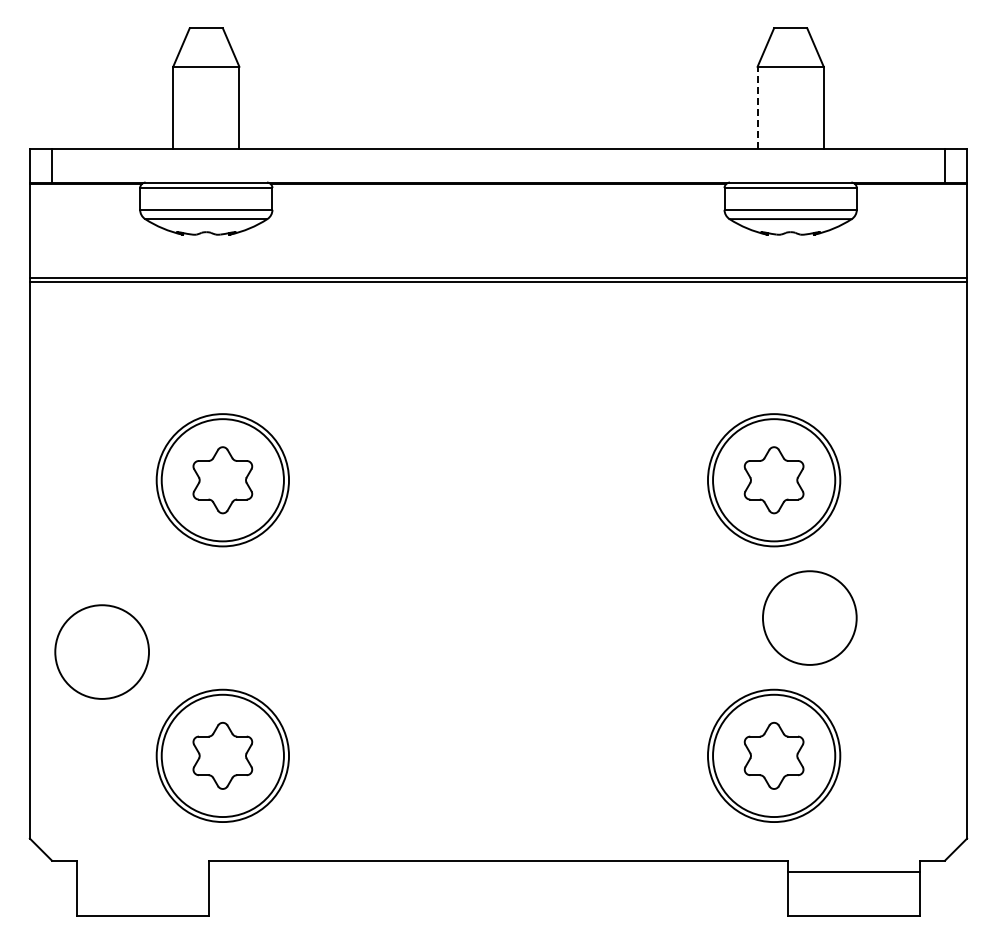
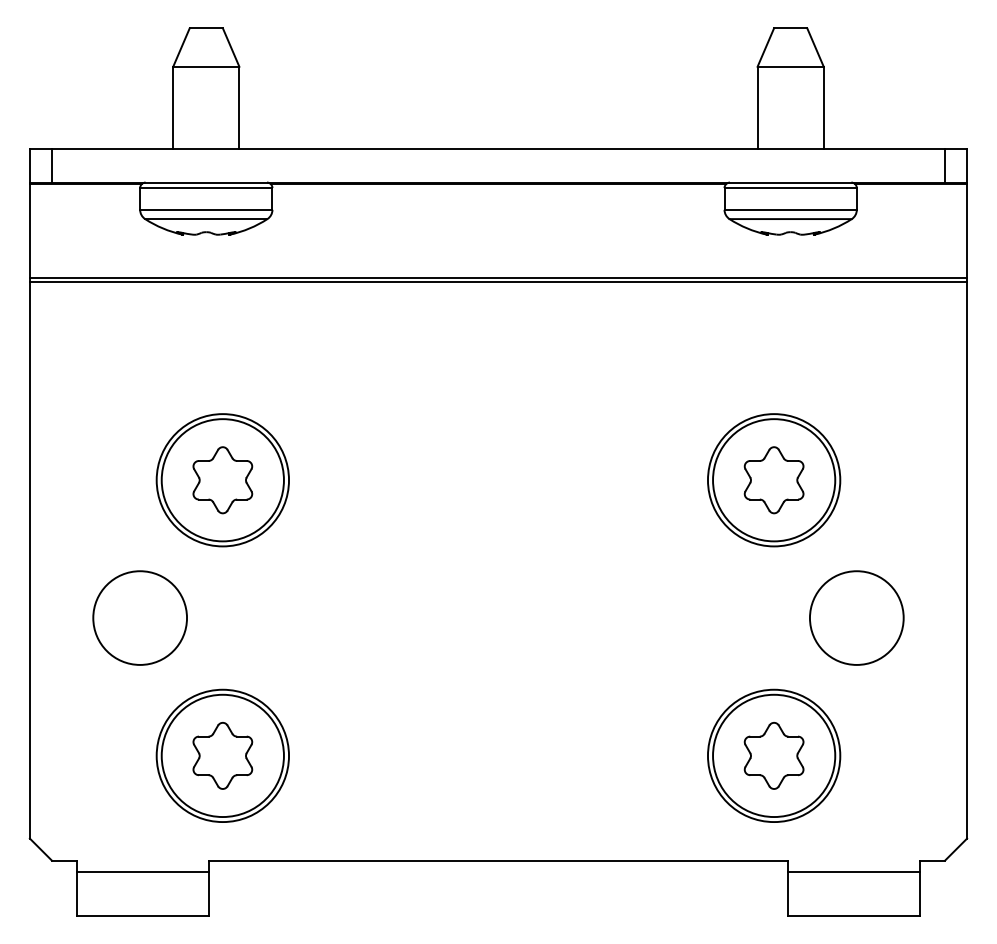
line at (757, 107): dashed -> solid
circle at (809, 617) position: (809, 617) -> (856, 617)
circle at (101, 651) position: (101, 651) -> (139, 617)
line at (142, 871): none -> present
